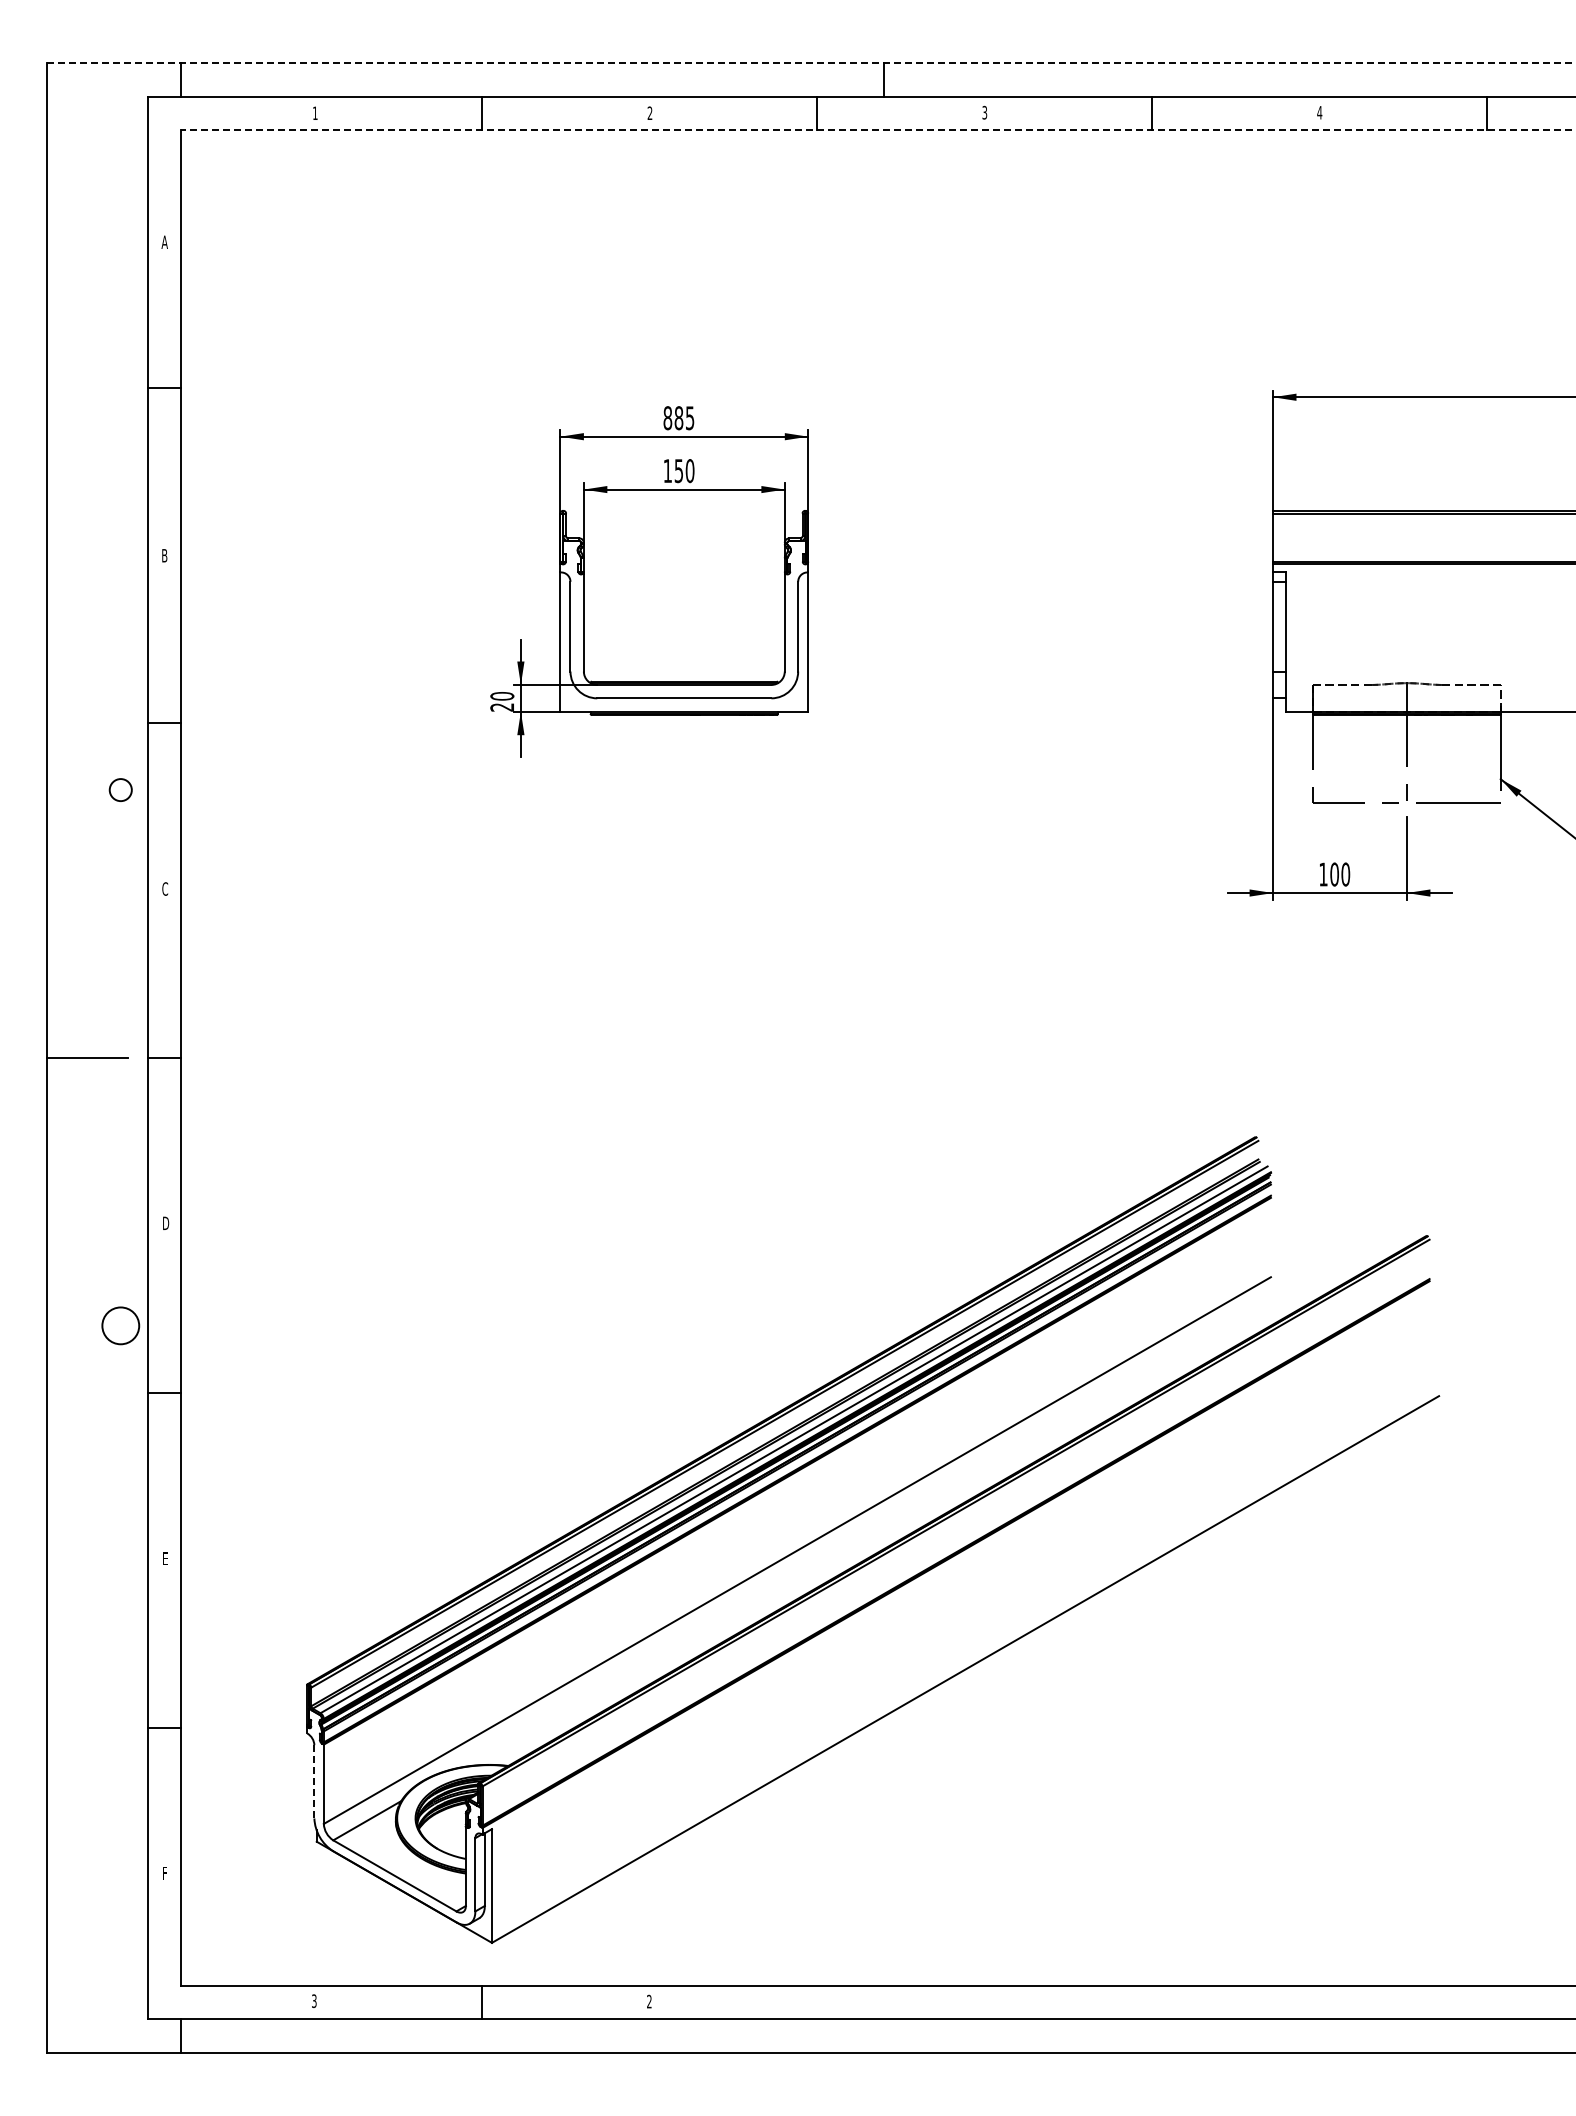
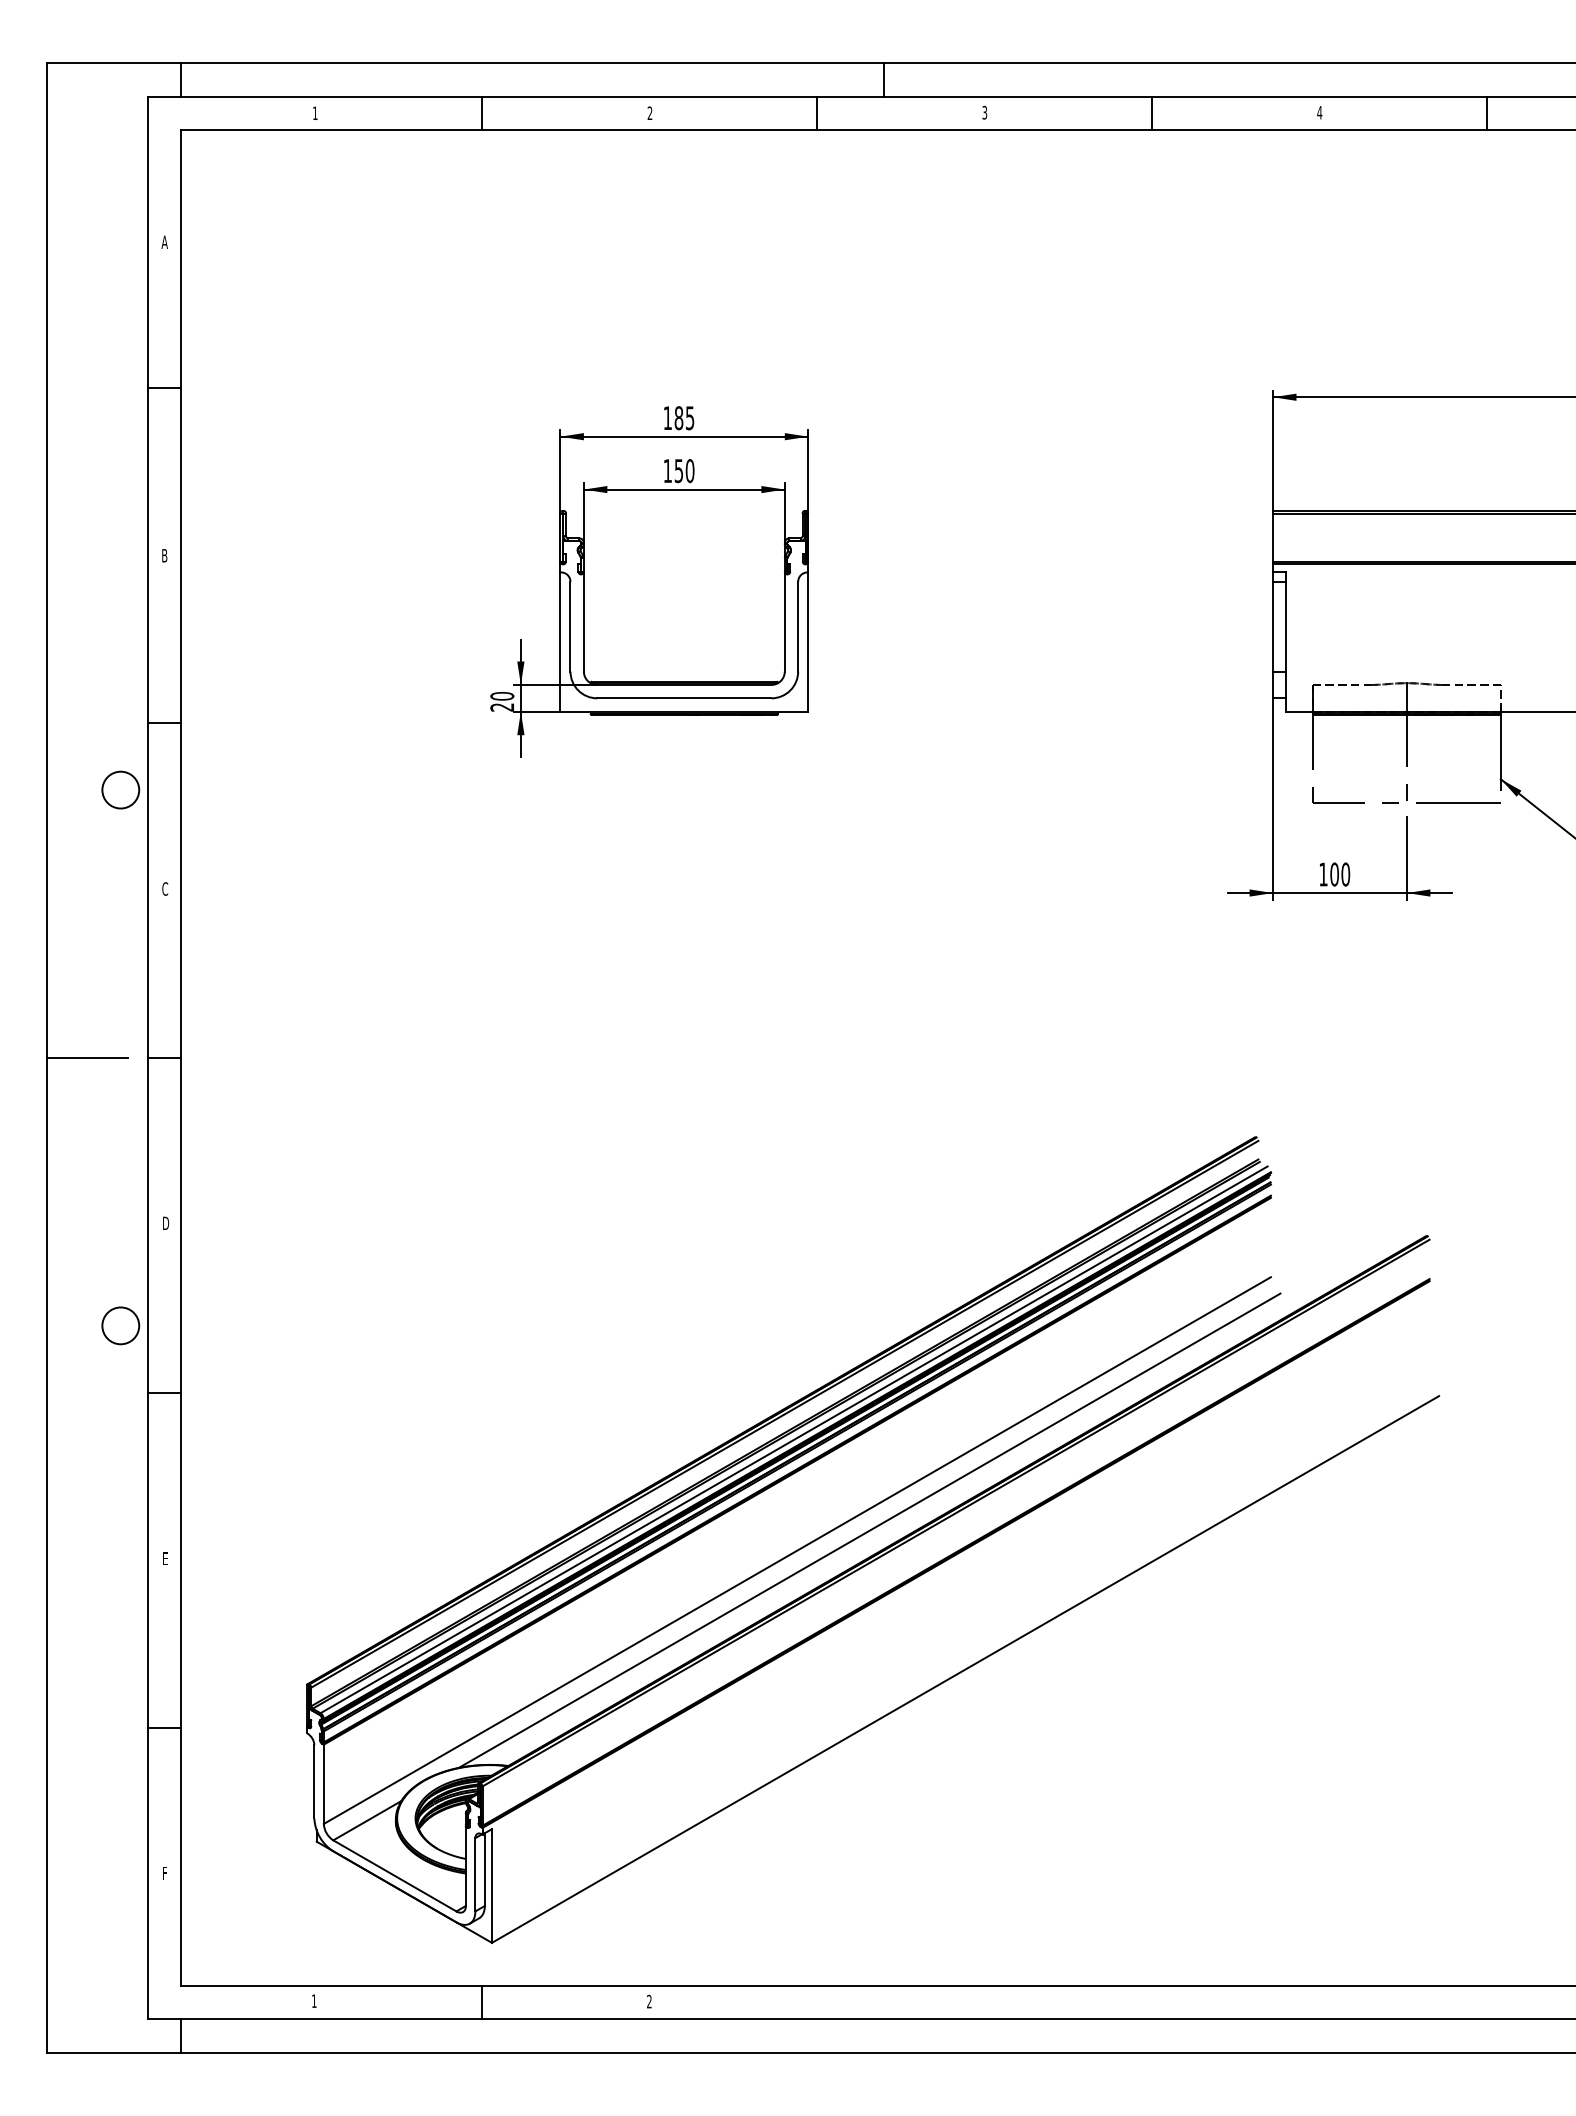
line at (811, 63): dashed -> solid
line at (878, 130): dashed -> solid
text at (667, 418): 885 -> 185
circle at (120, 790) diameter: 22 px -> 37 px
line at (869, 1530): none -> present
line at (314, 1781): dashed -> solid
text at (314, 2001): 3 -> 1
